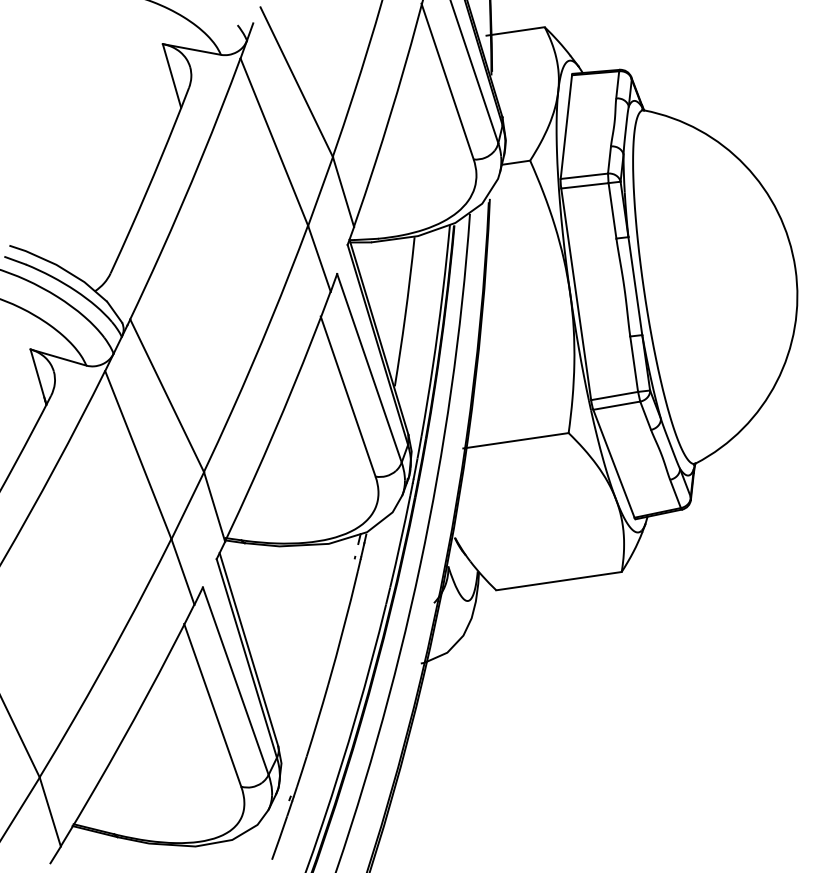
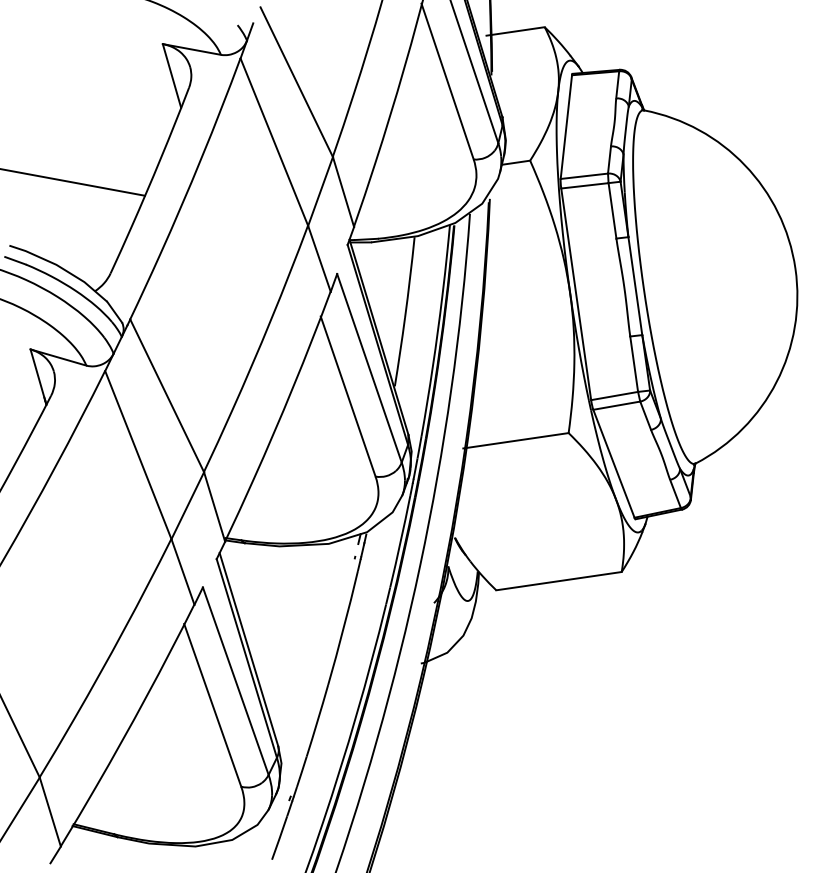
line at (73, 182): none -> present
